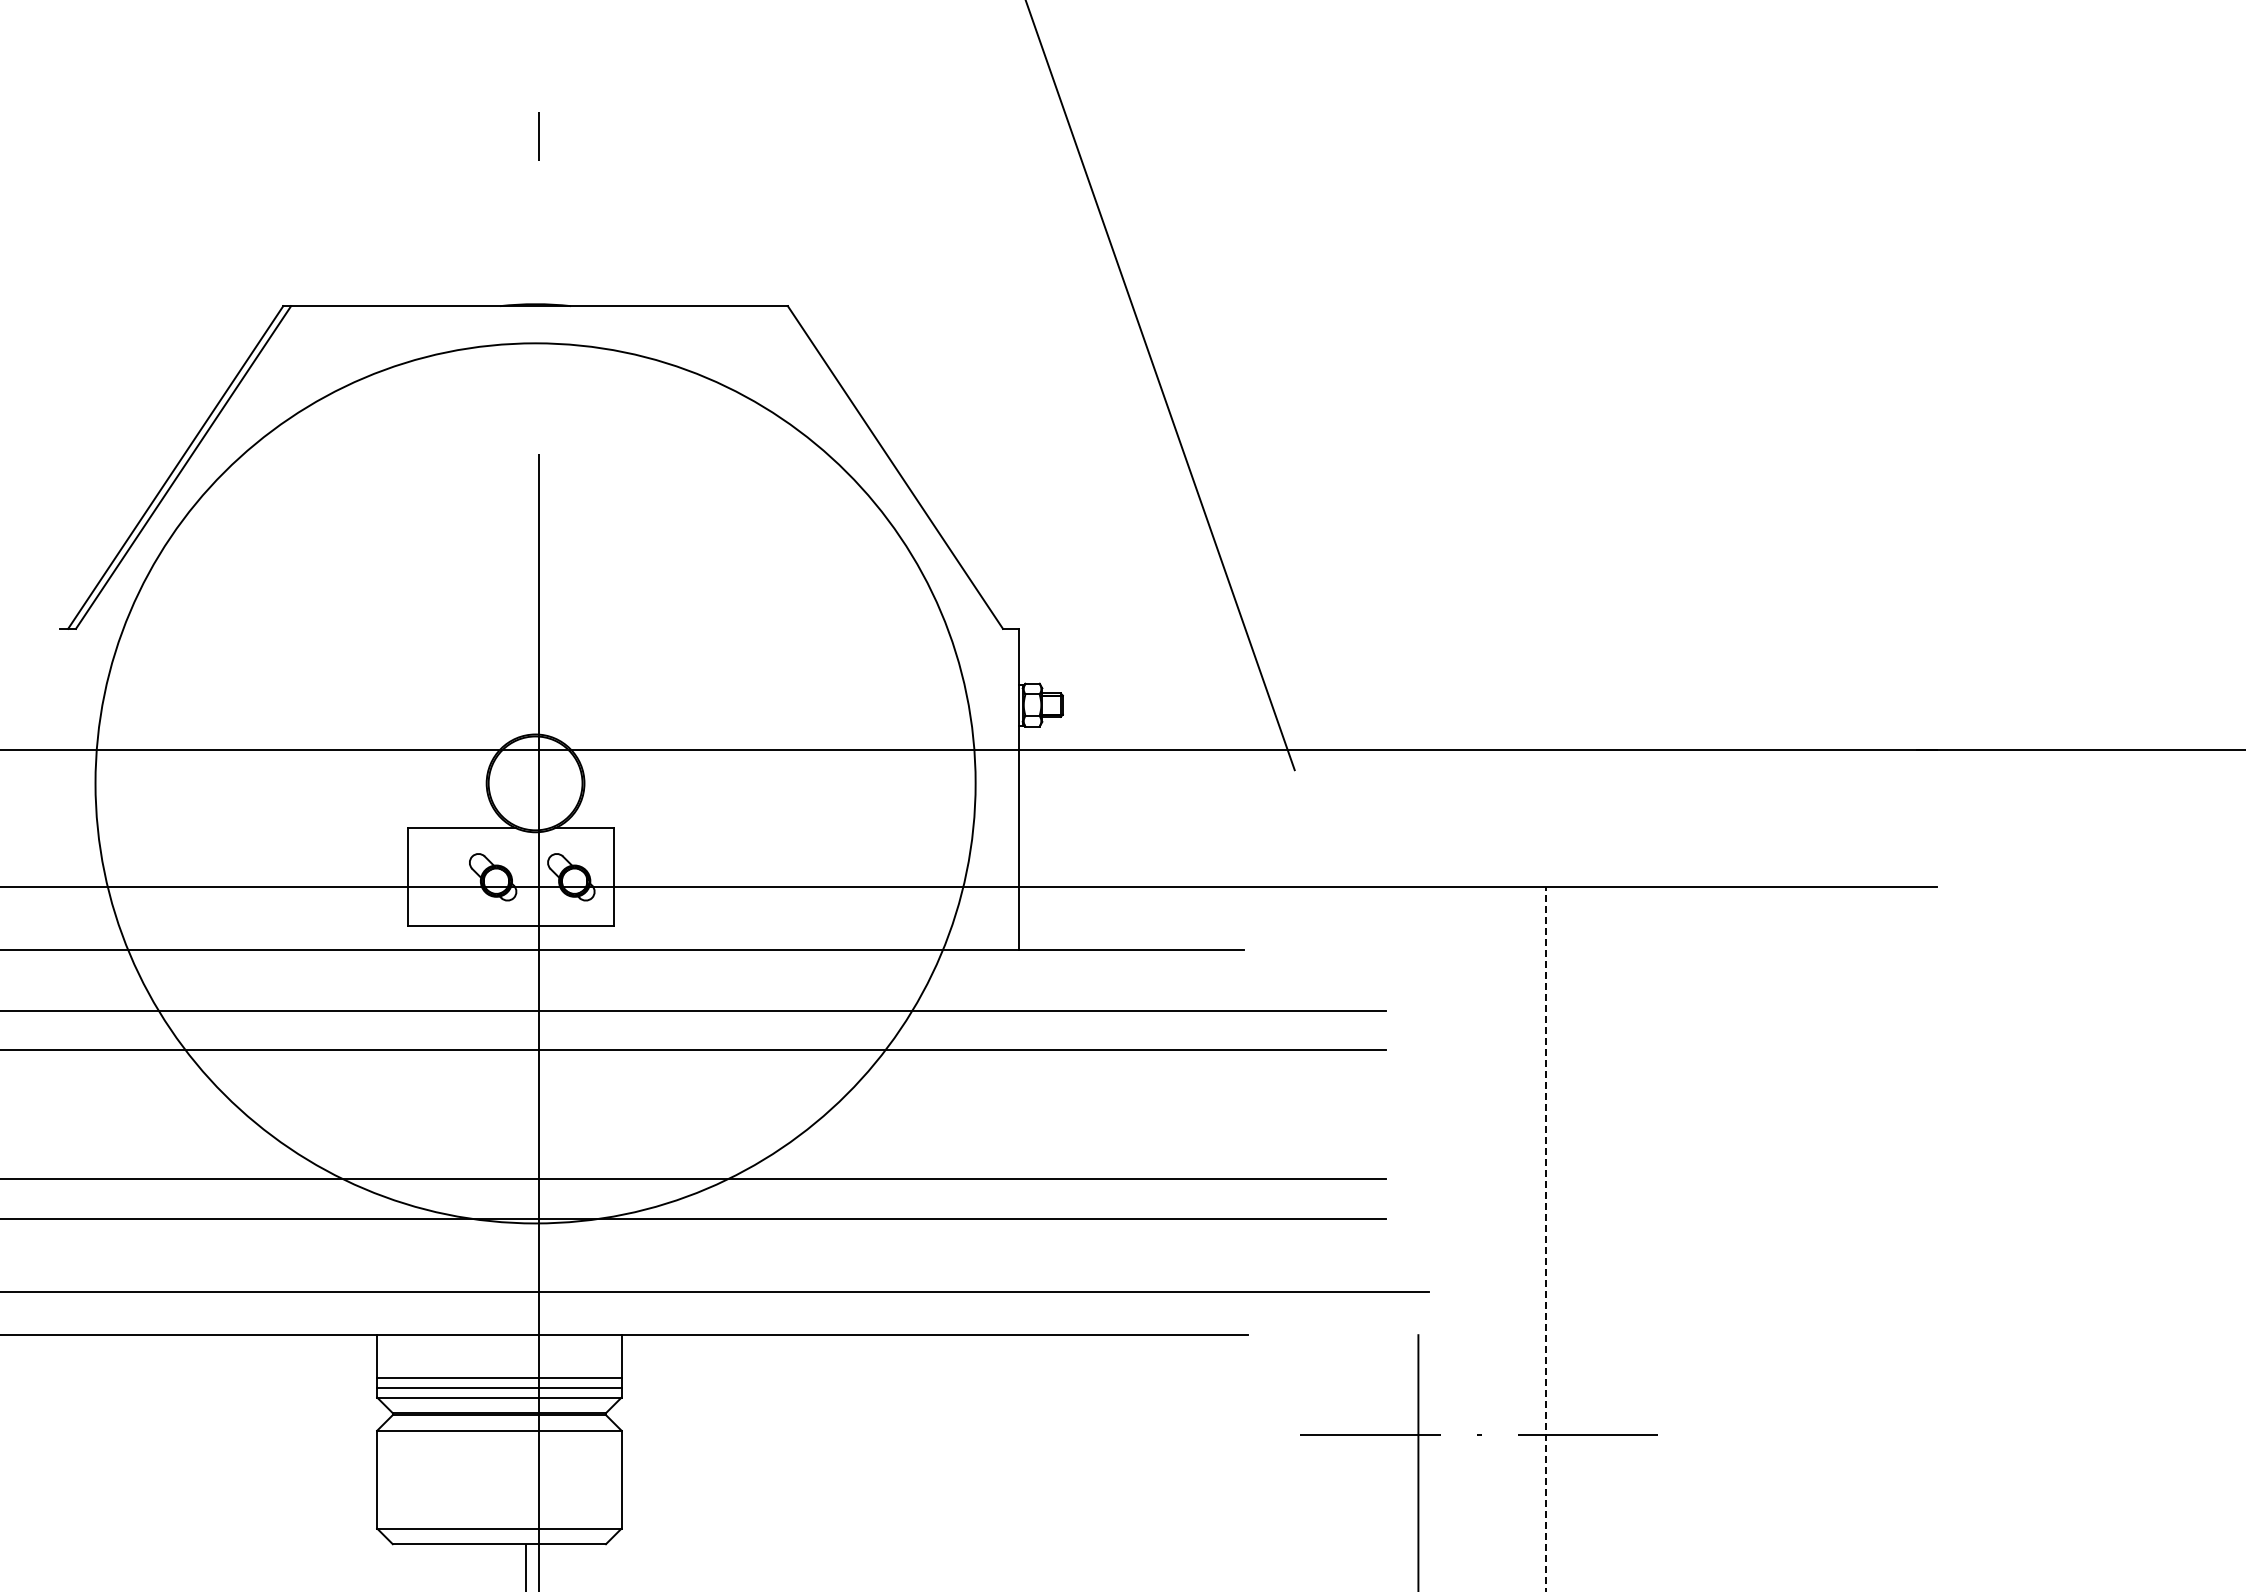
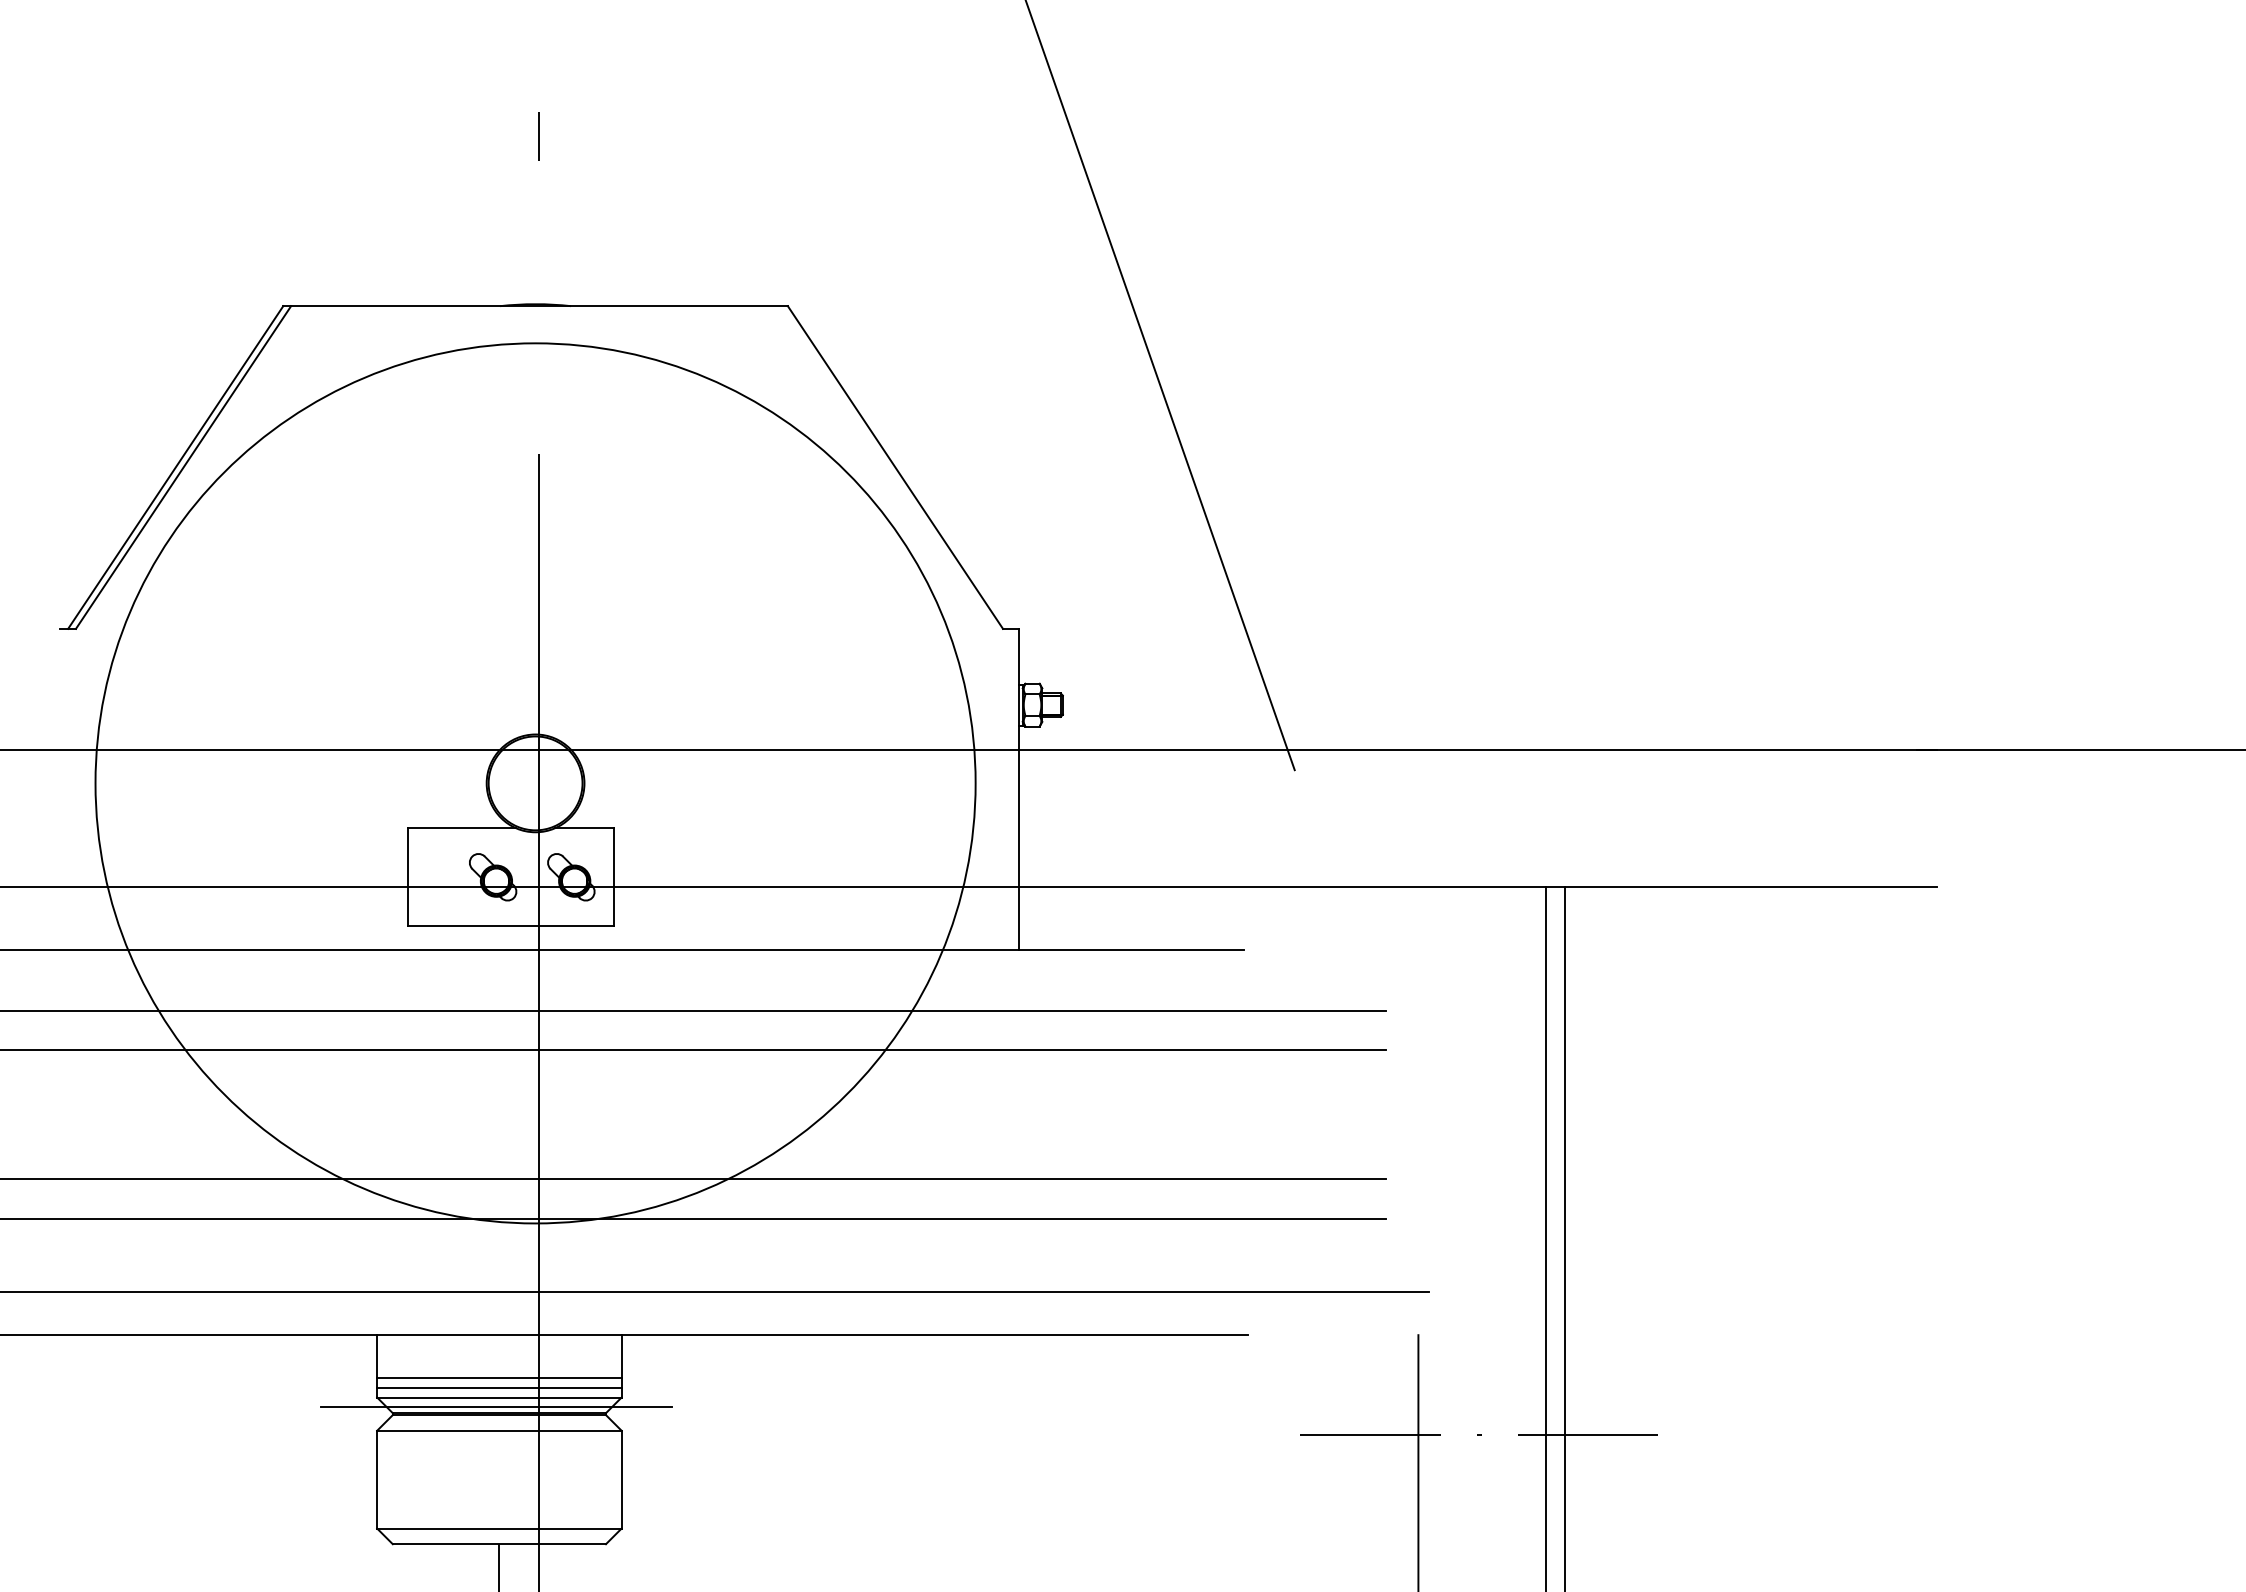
line at (1565, 1237): none -> present
line at (1545, 1239): dashed -> solid
line at (495, 1407): none -> present
line at (526, 1566) position: (526, 1566) -> (499, 1566)
